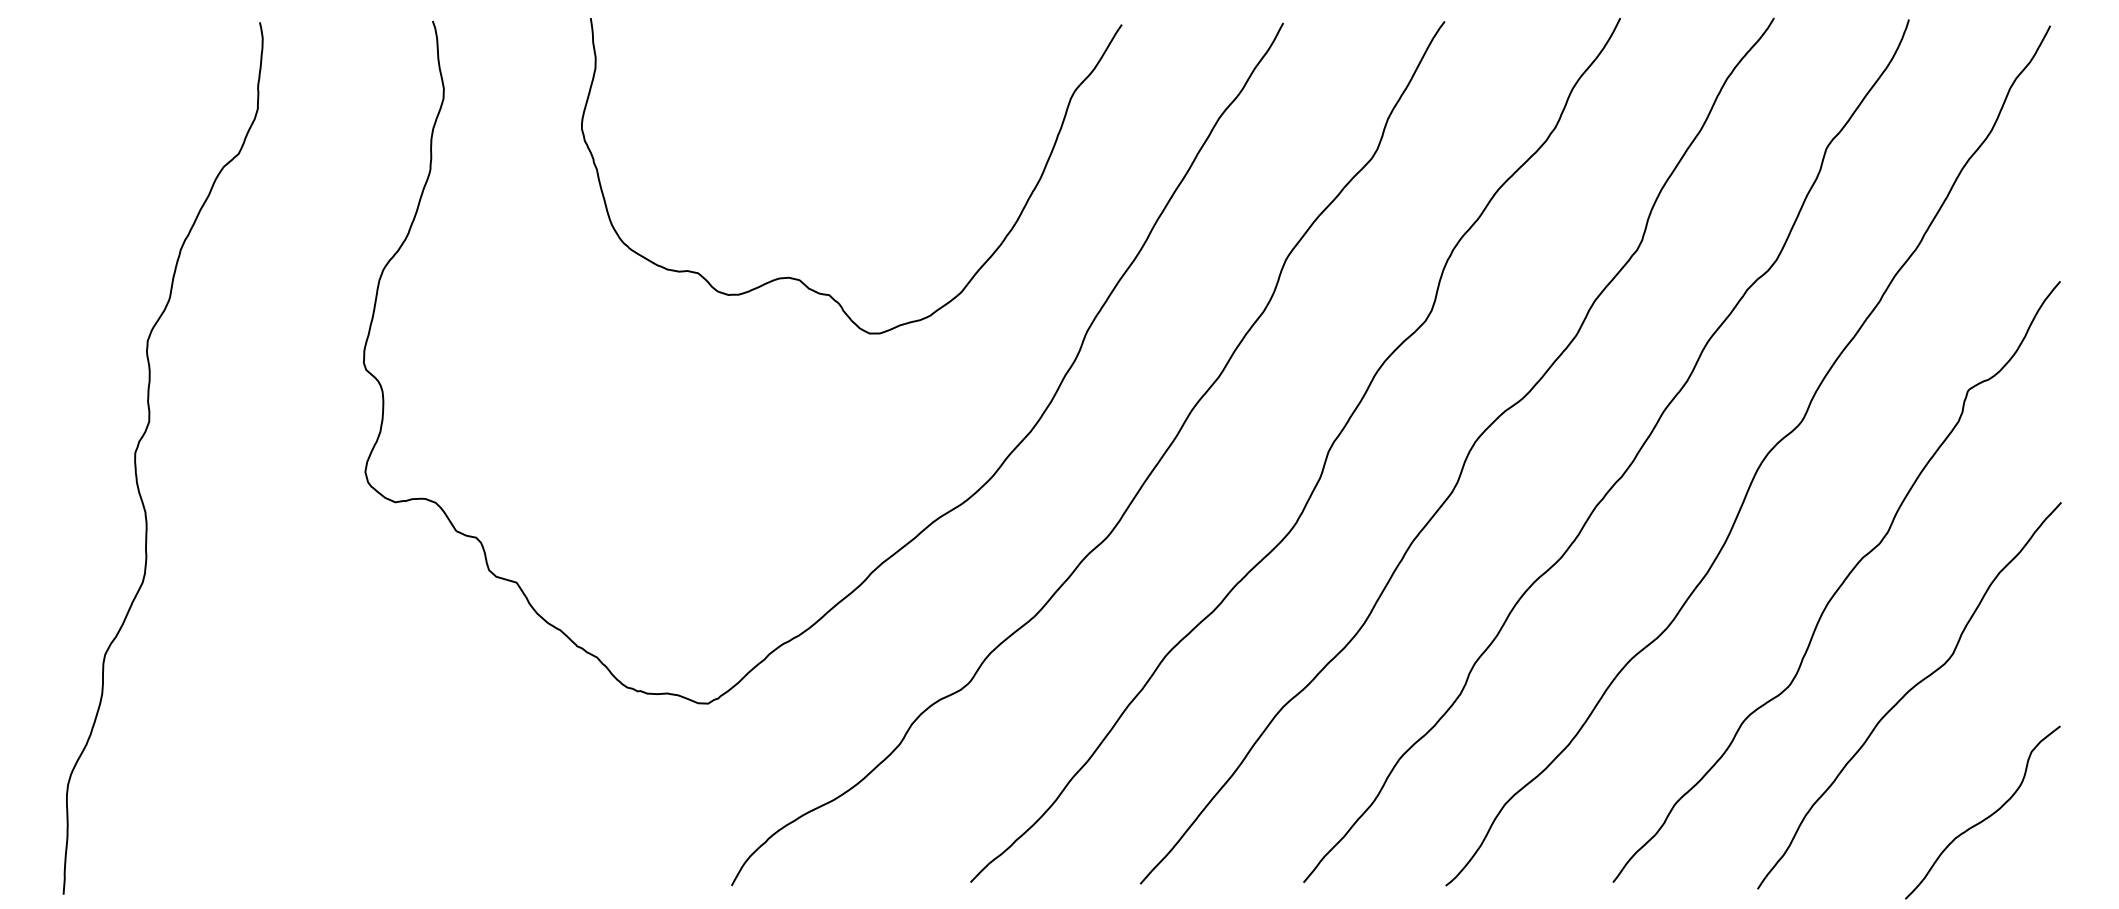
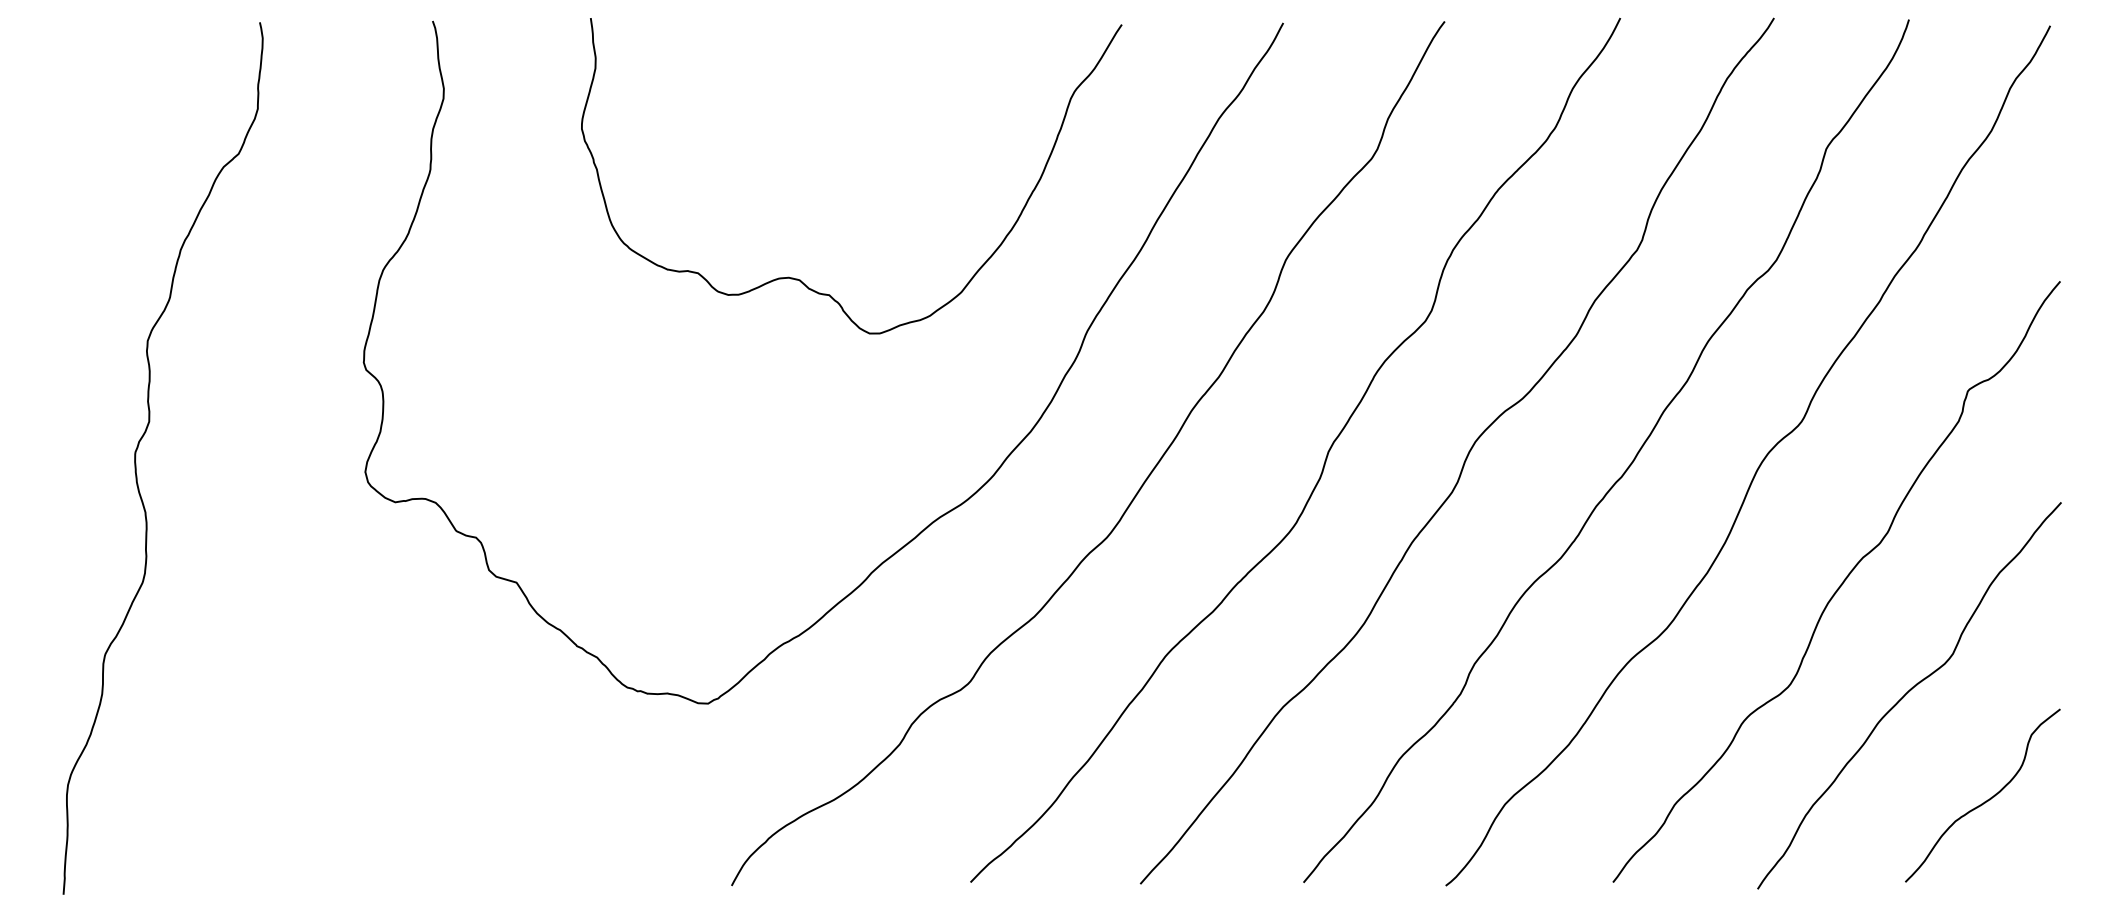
curve at (1984, 818) position: (1984, 818) -> (1984, 801)
